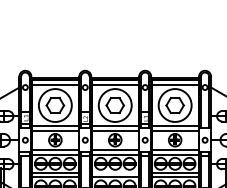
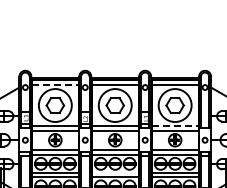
line at (55, 84): solid -> dashed
line at (175, 126): solid -> dashed
